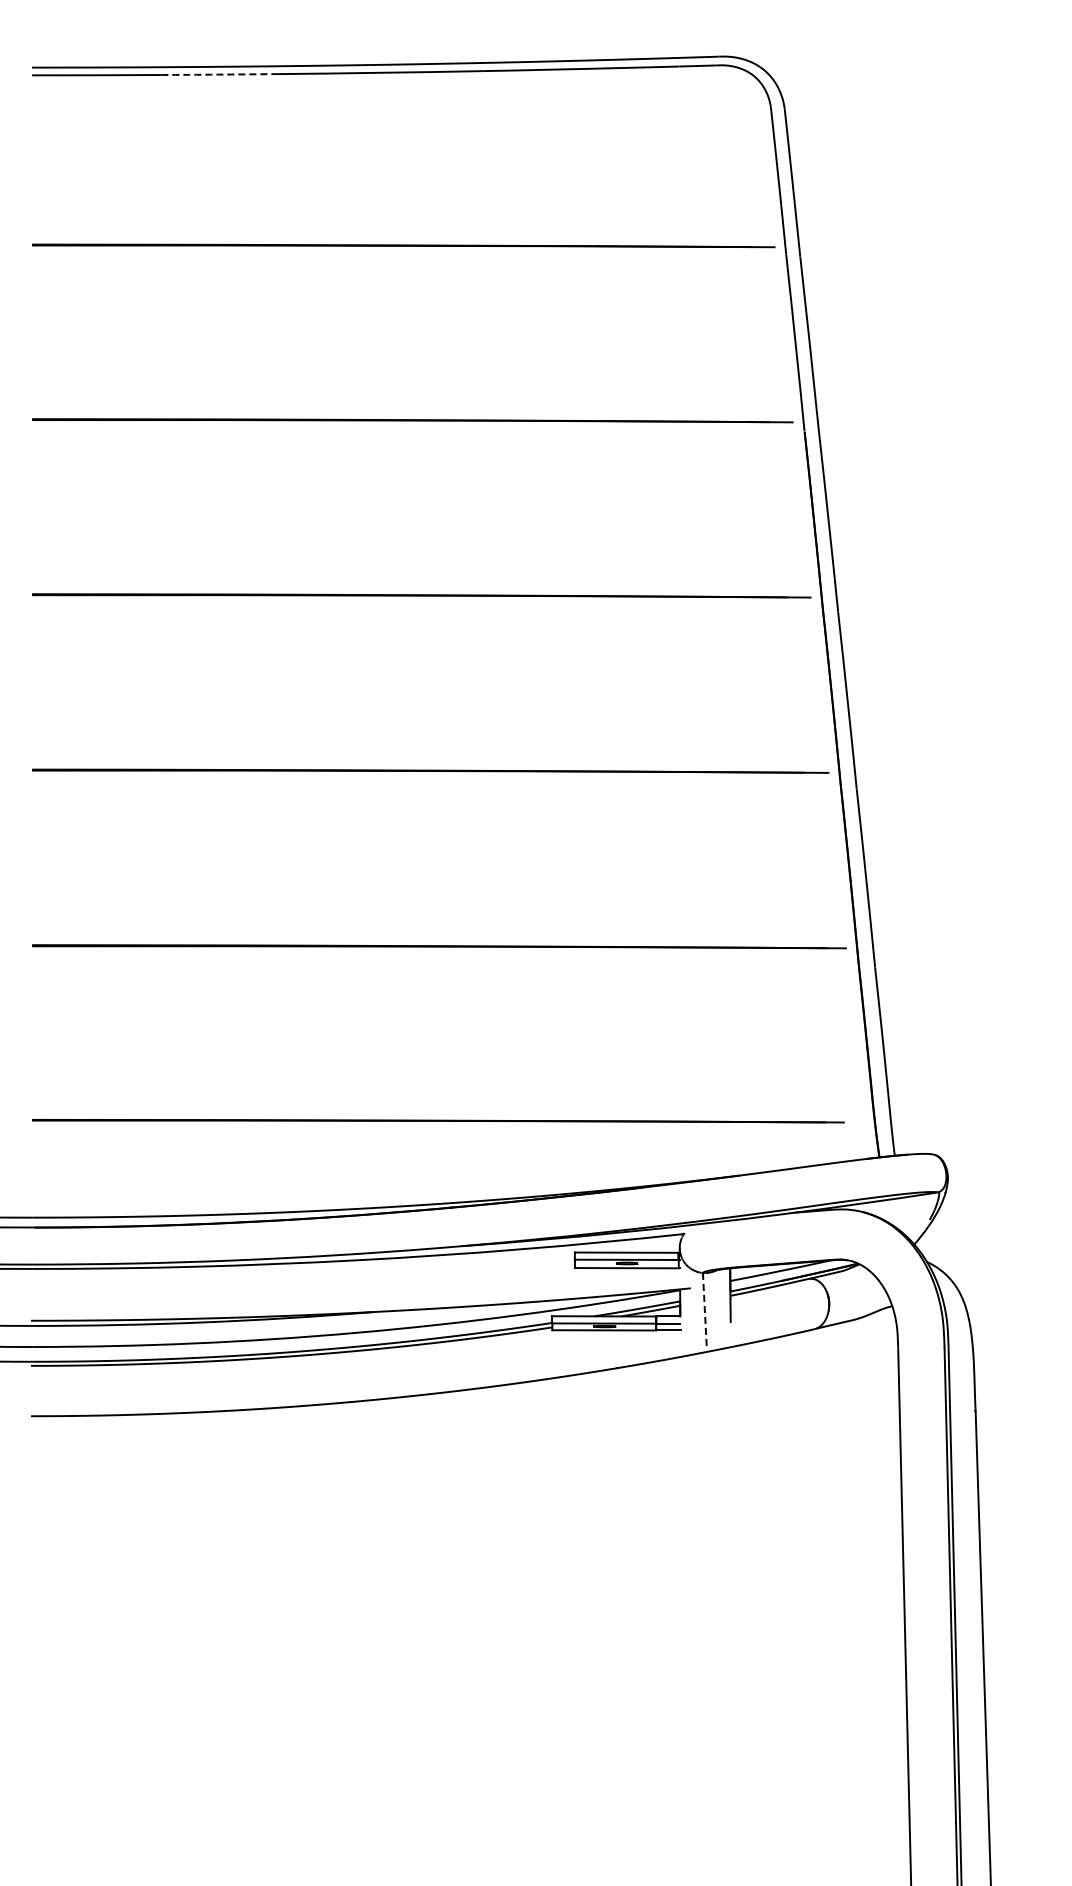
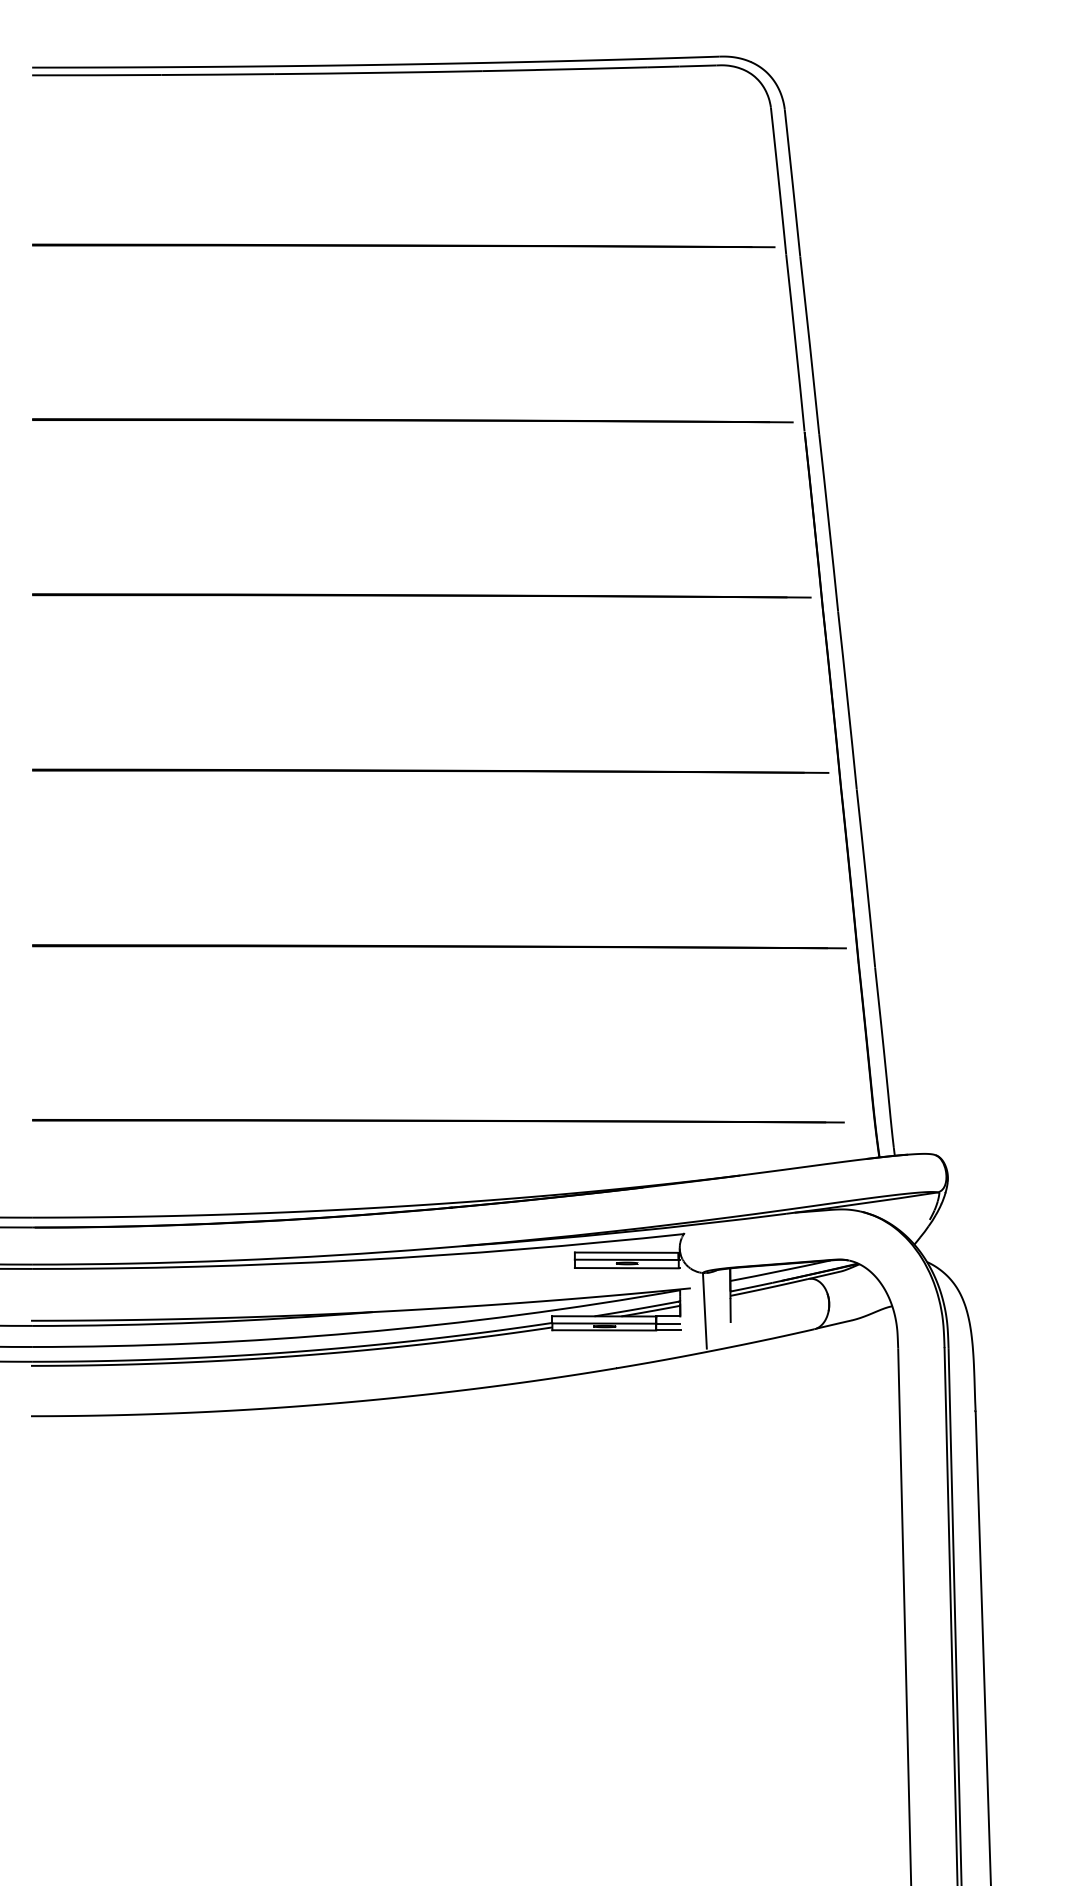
arc at (217, 74): dashed -> solid
line at (704, 1310): dashed -> solid
